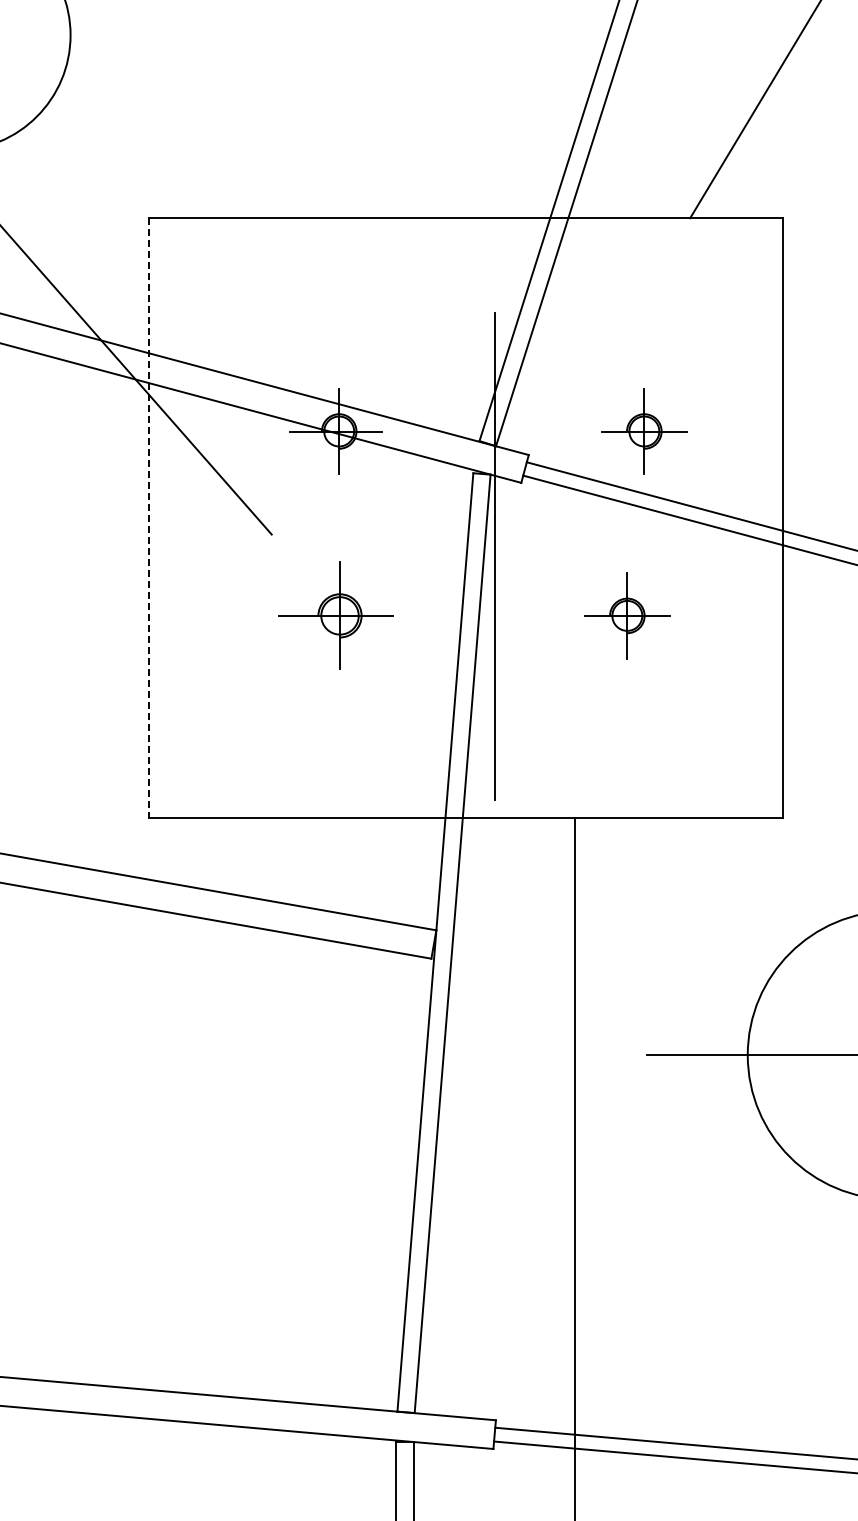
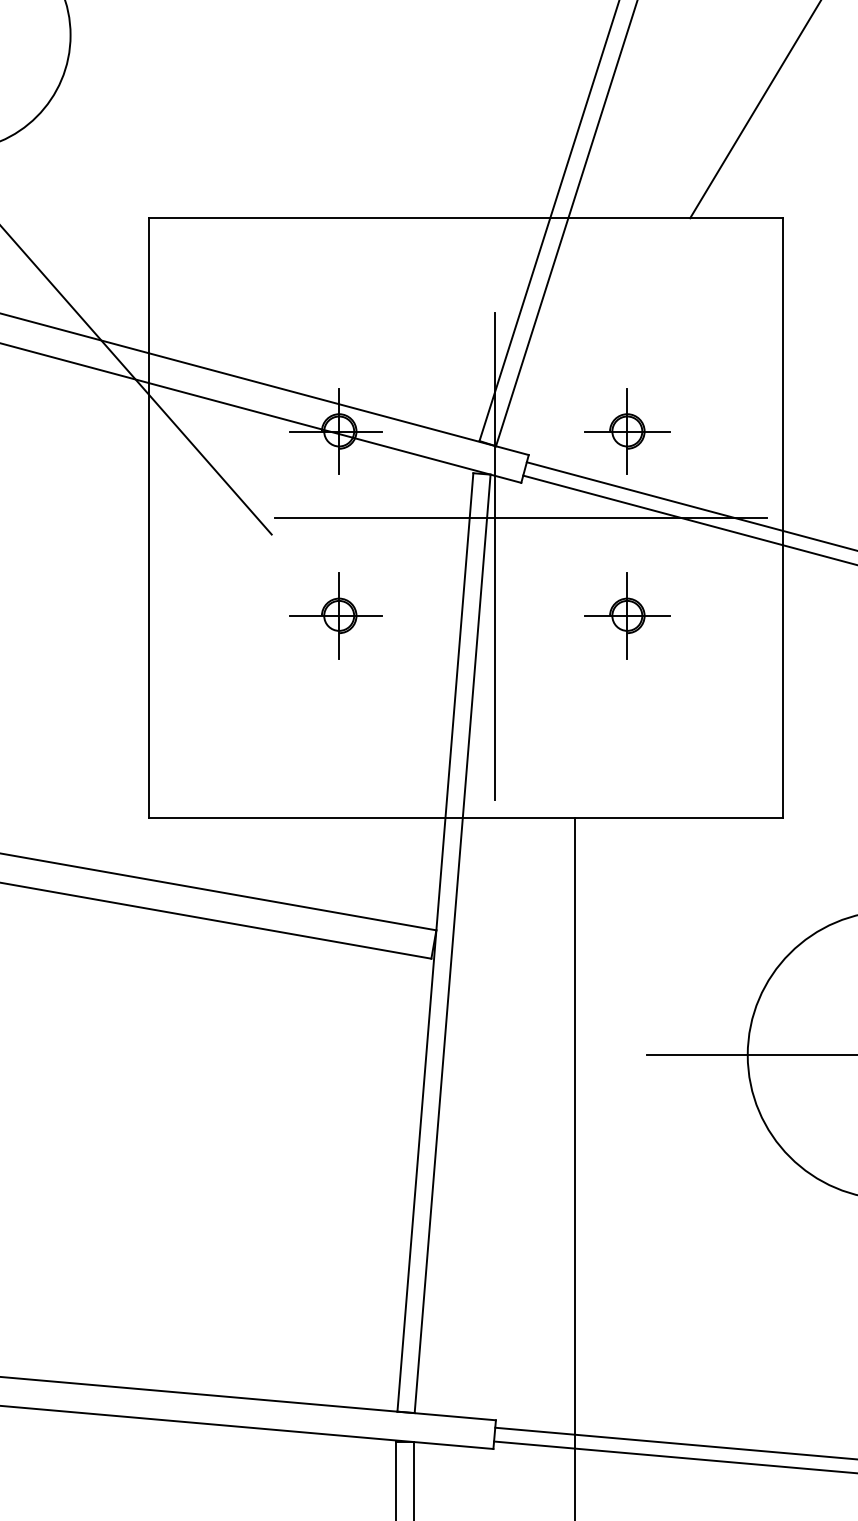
part at (644, 431) position: (644, 431) -> (627, 431)
line at (149, 517): dashed -> solid
line at (520, 517): none -> present
part at (335, 615) size: 116x109 px -> 94x88 px
